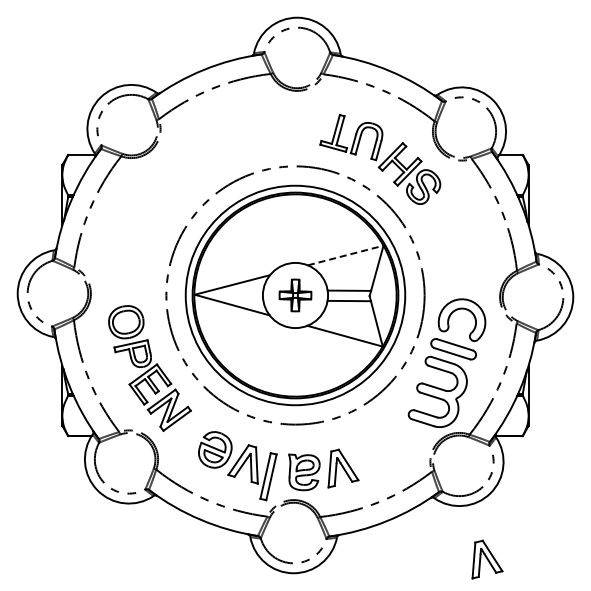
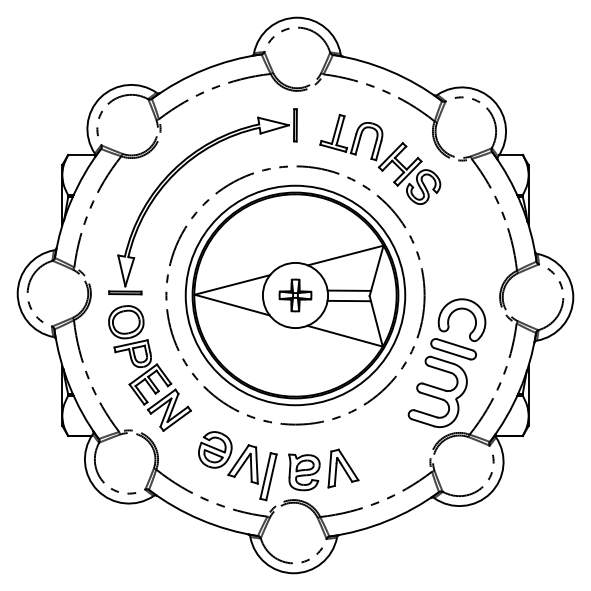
part at (175, 174): none -> present
line at (346, 255): dashed -> solid
part at (487, 559): present -> none
